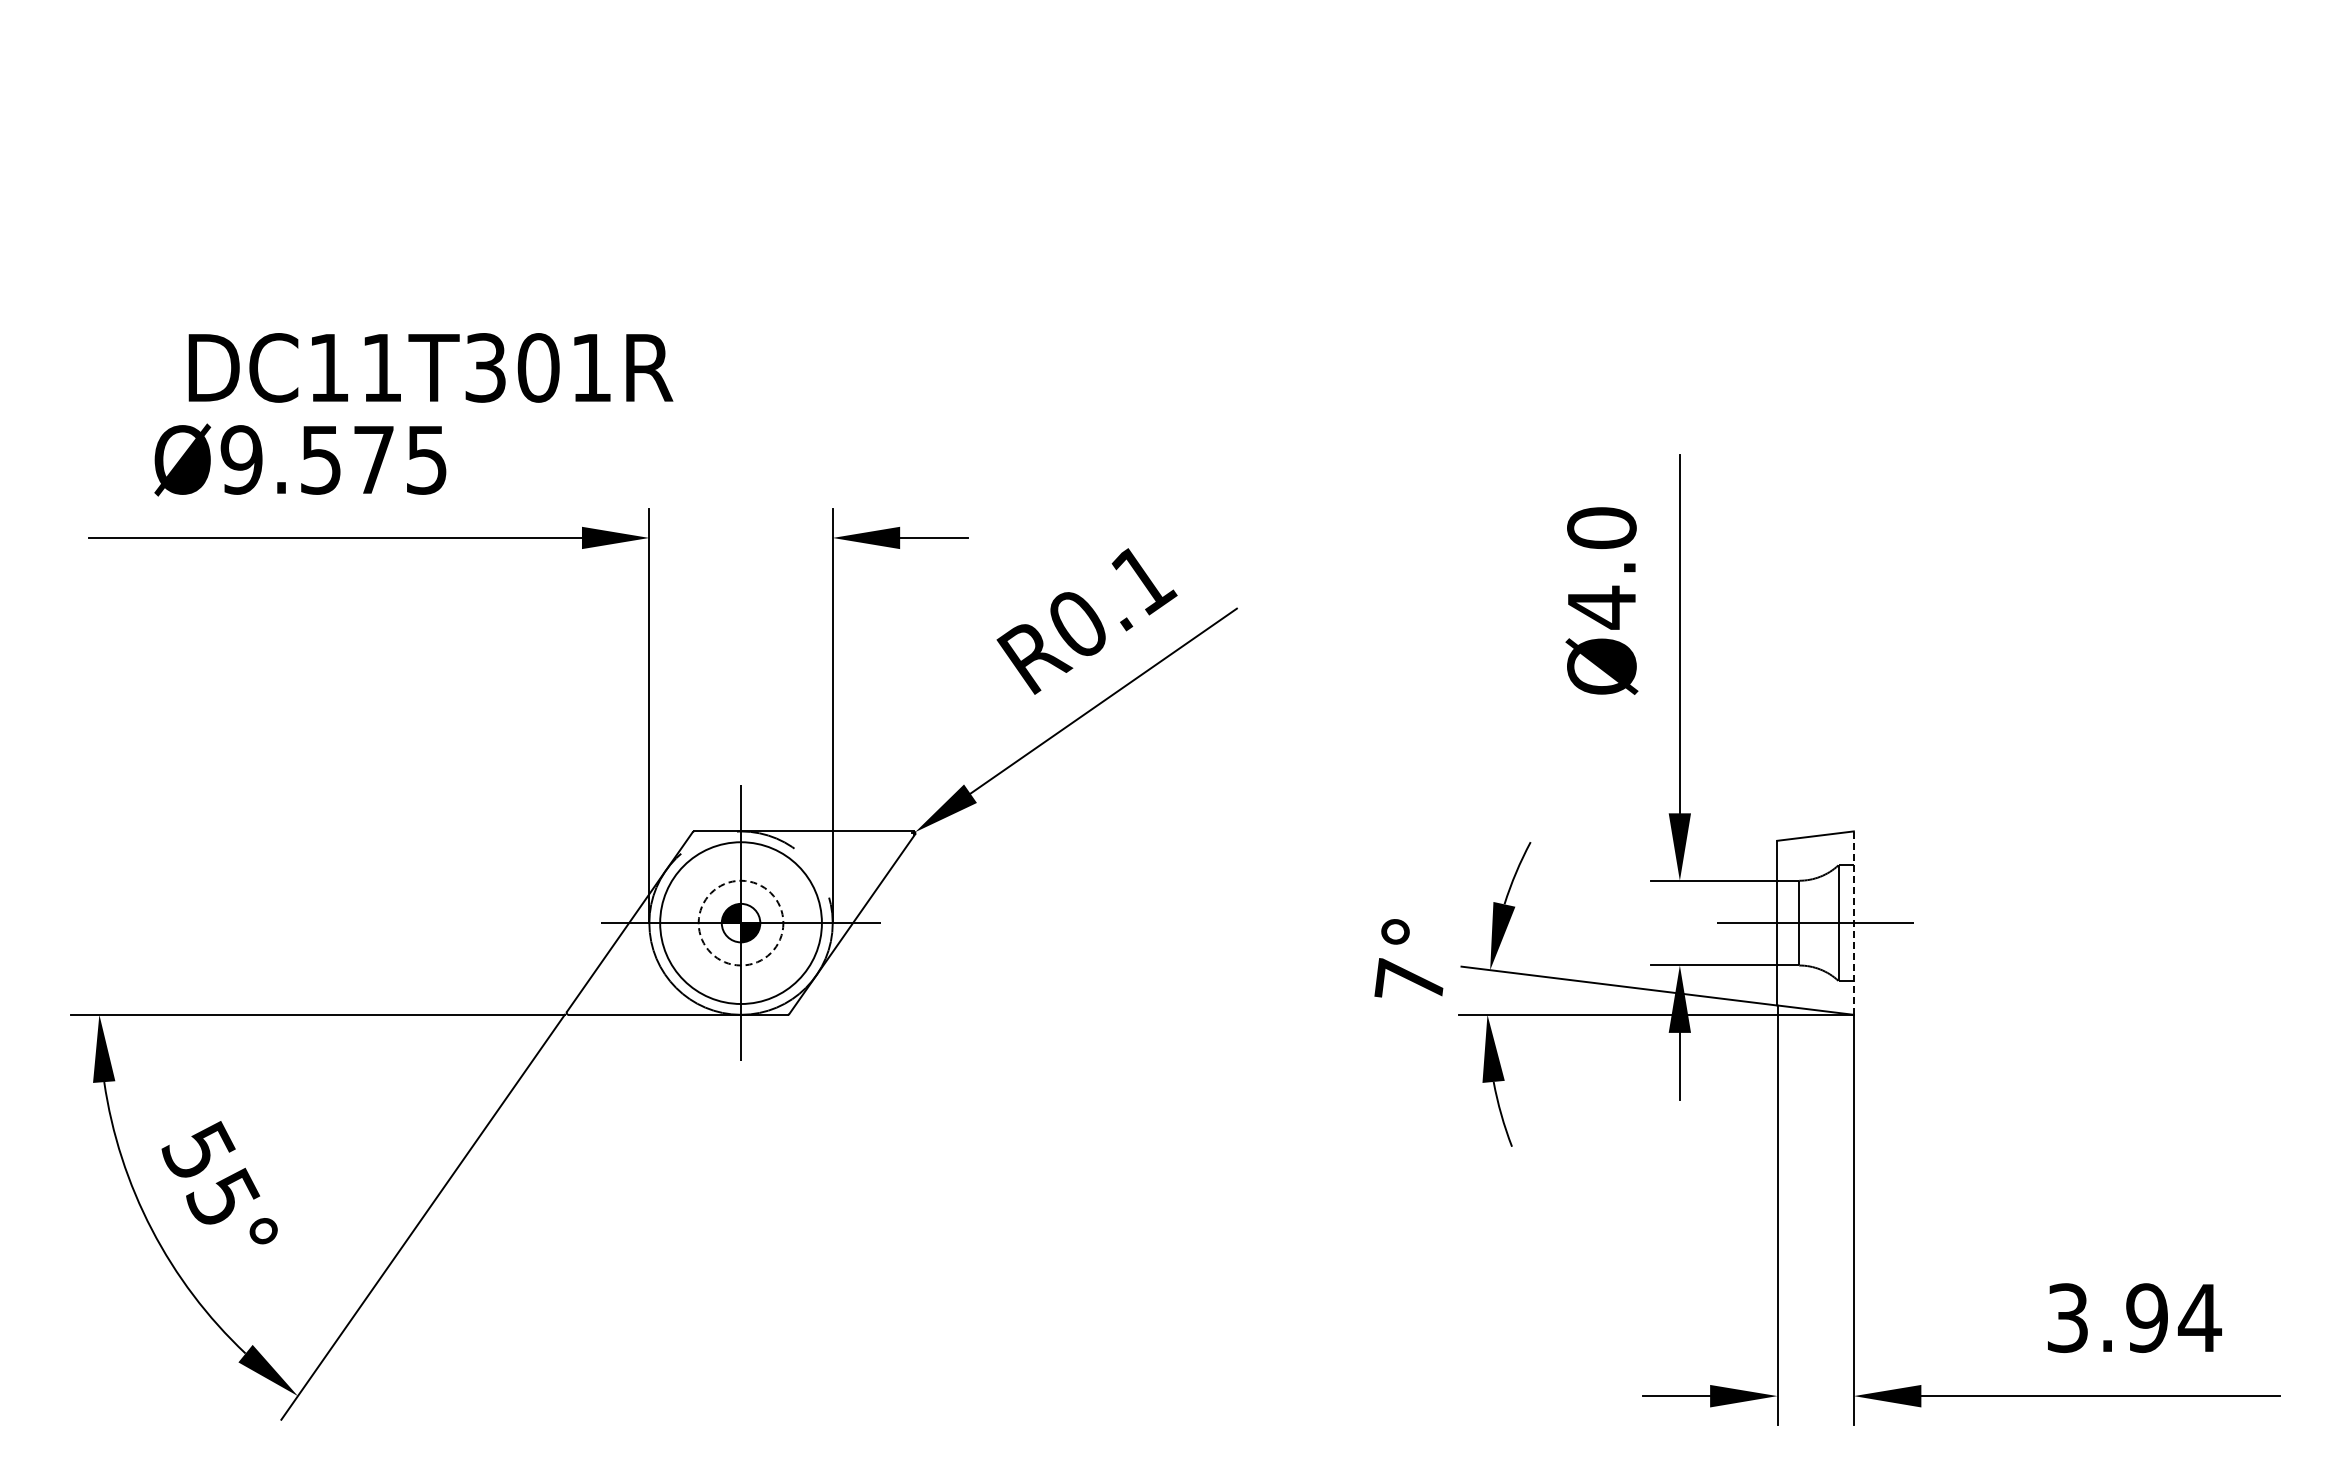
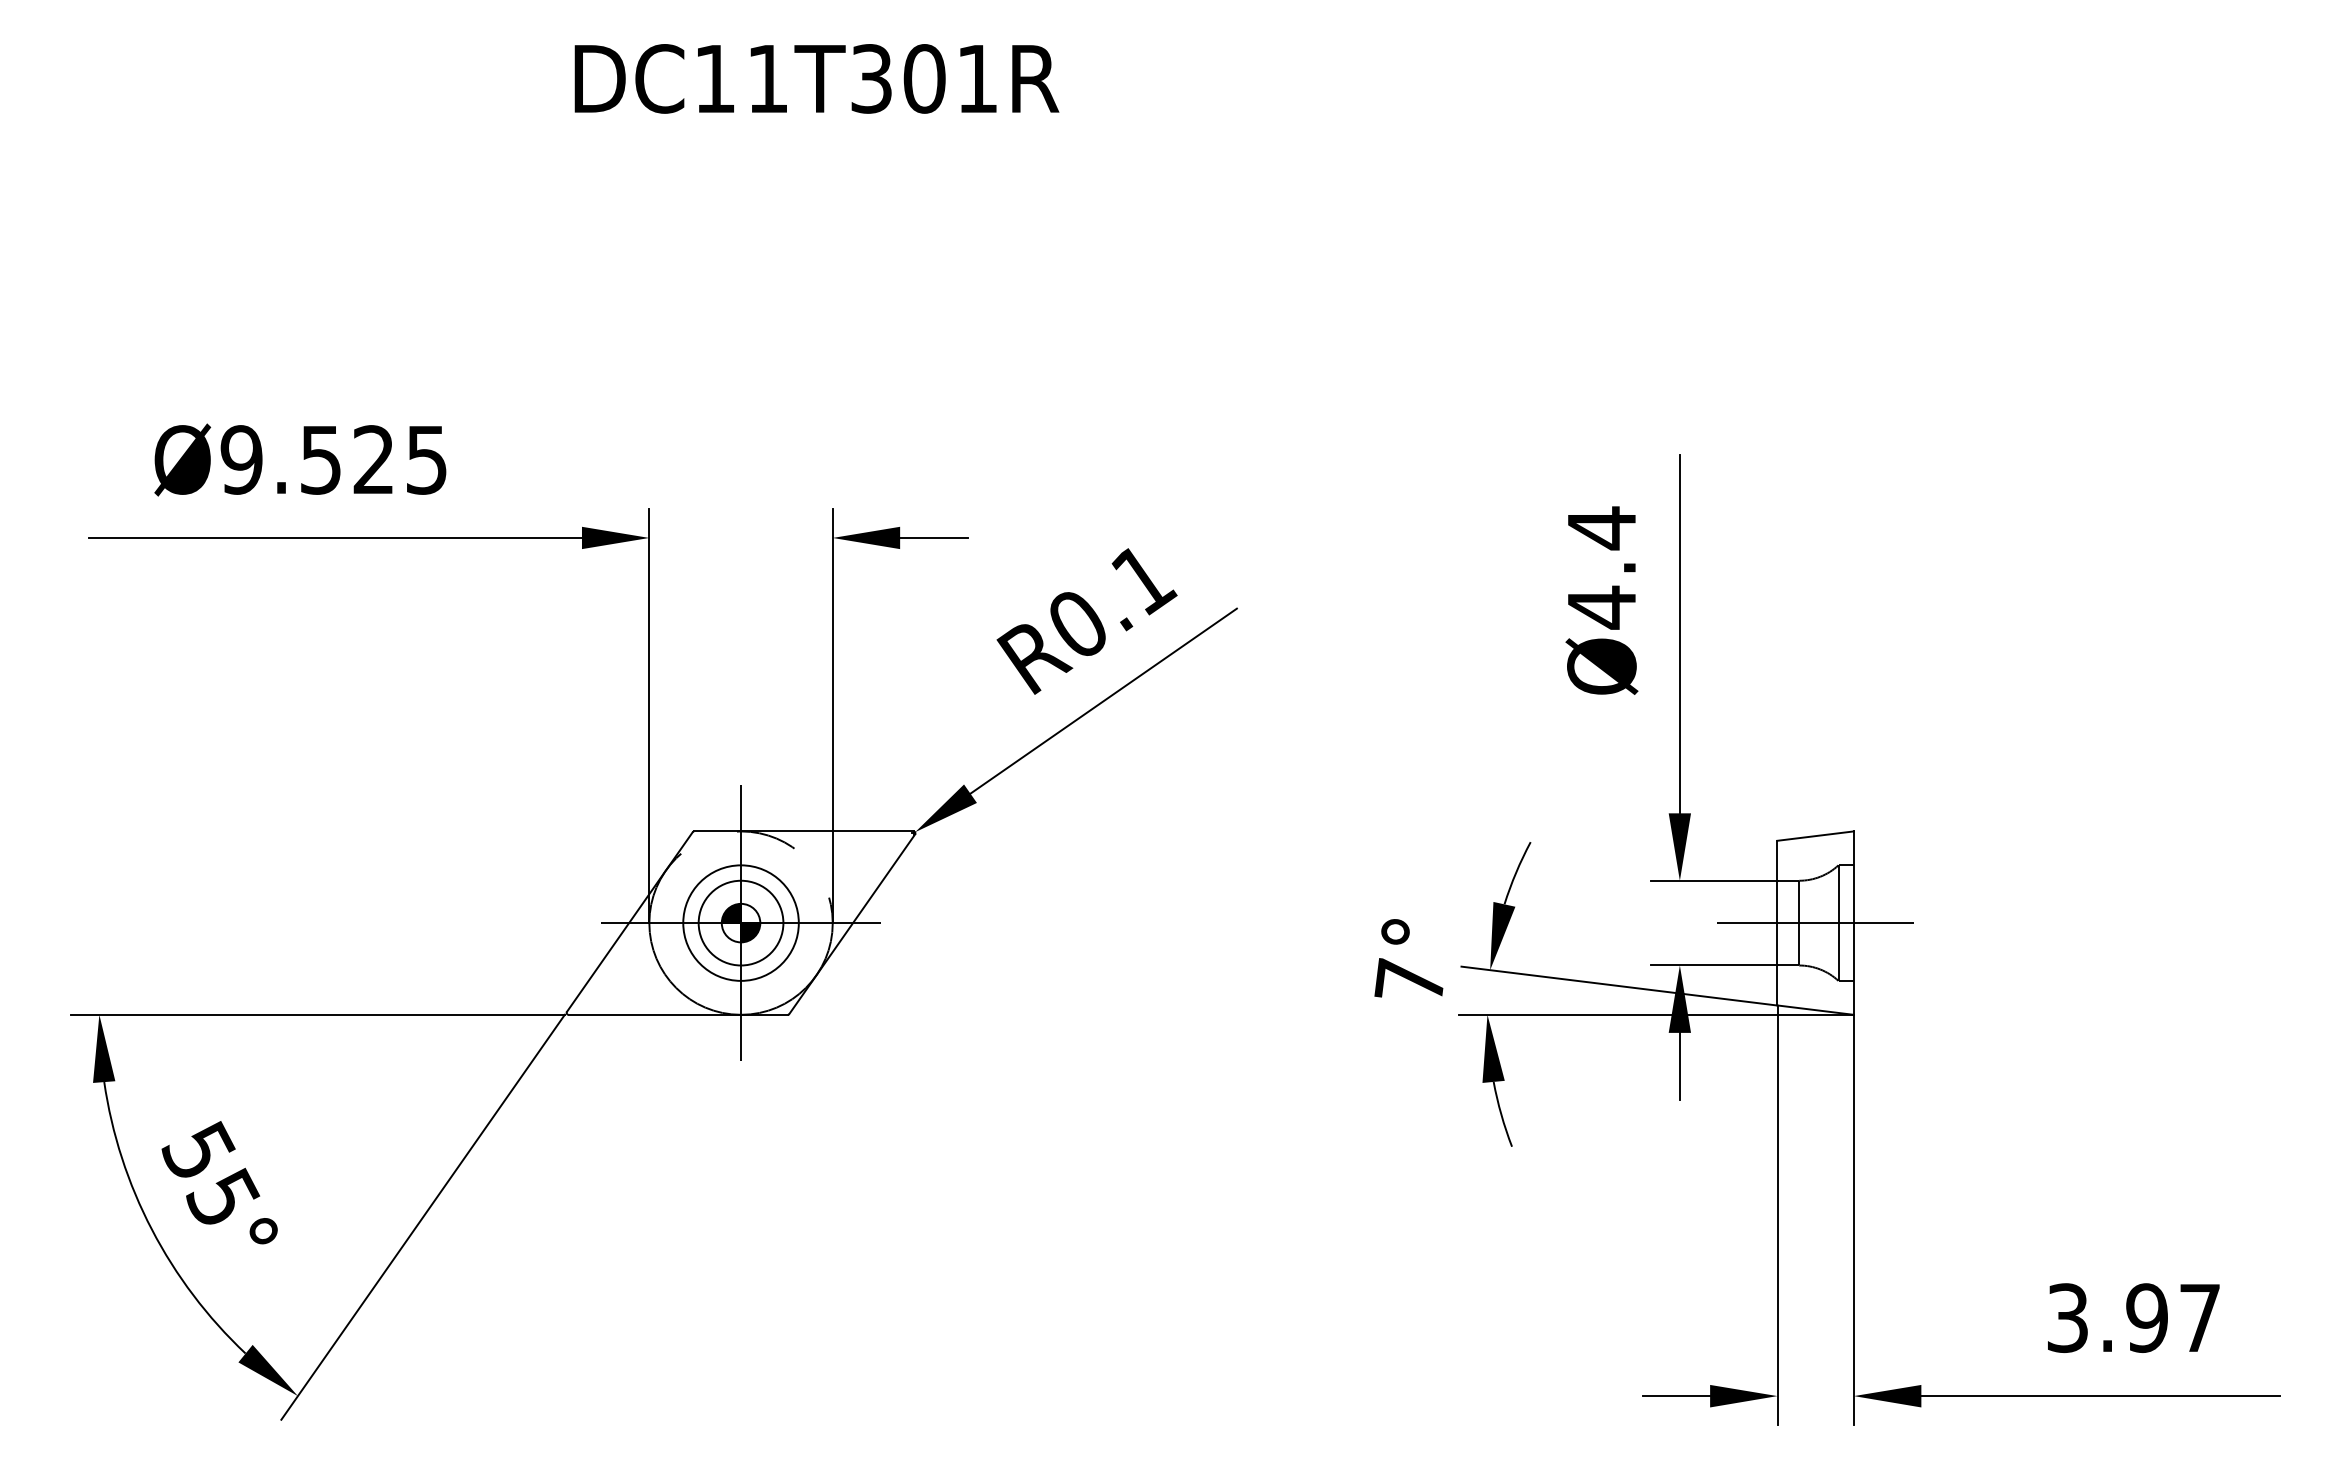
text at (430, 367) position: (430, 367) -> (816, 78)
text at (373, 459): Ø9.575 -> Ø9.525
text at (1601, 528): Ø4.0 -> Ø4.4
circle at (740, 922): dashed -> solid
circle at (740, 923) diameter: 162 px -> 116 px
line at (1853, 923): dashed -> solid
text at (2199, 1317): 3.94 -> 3.97
